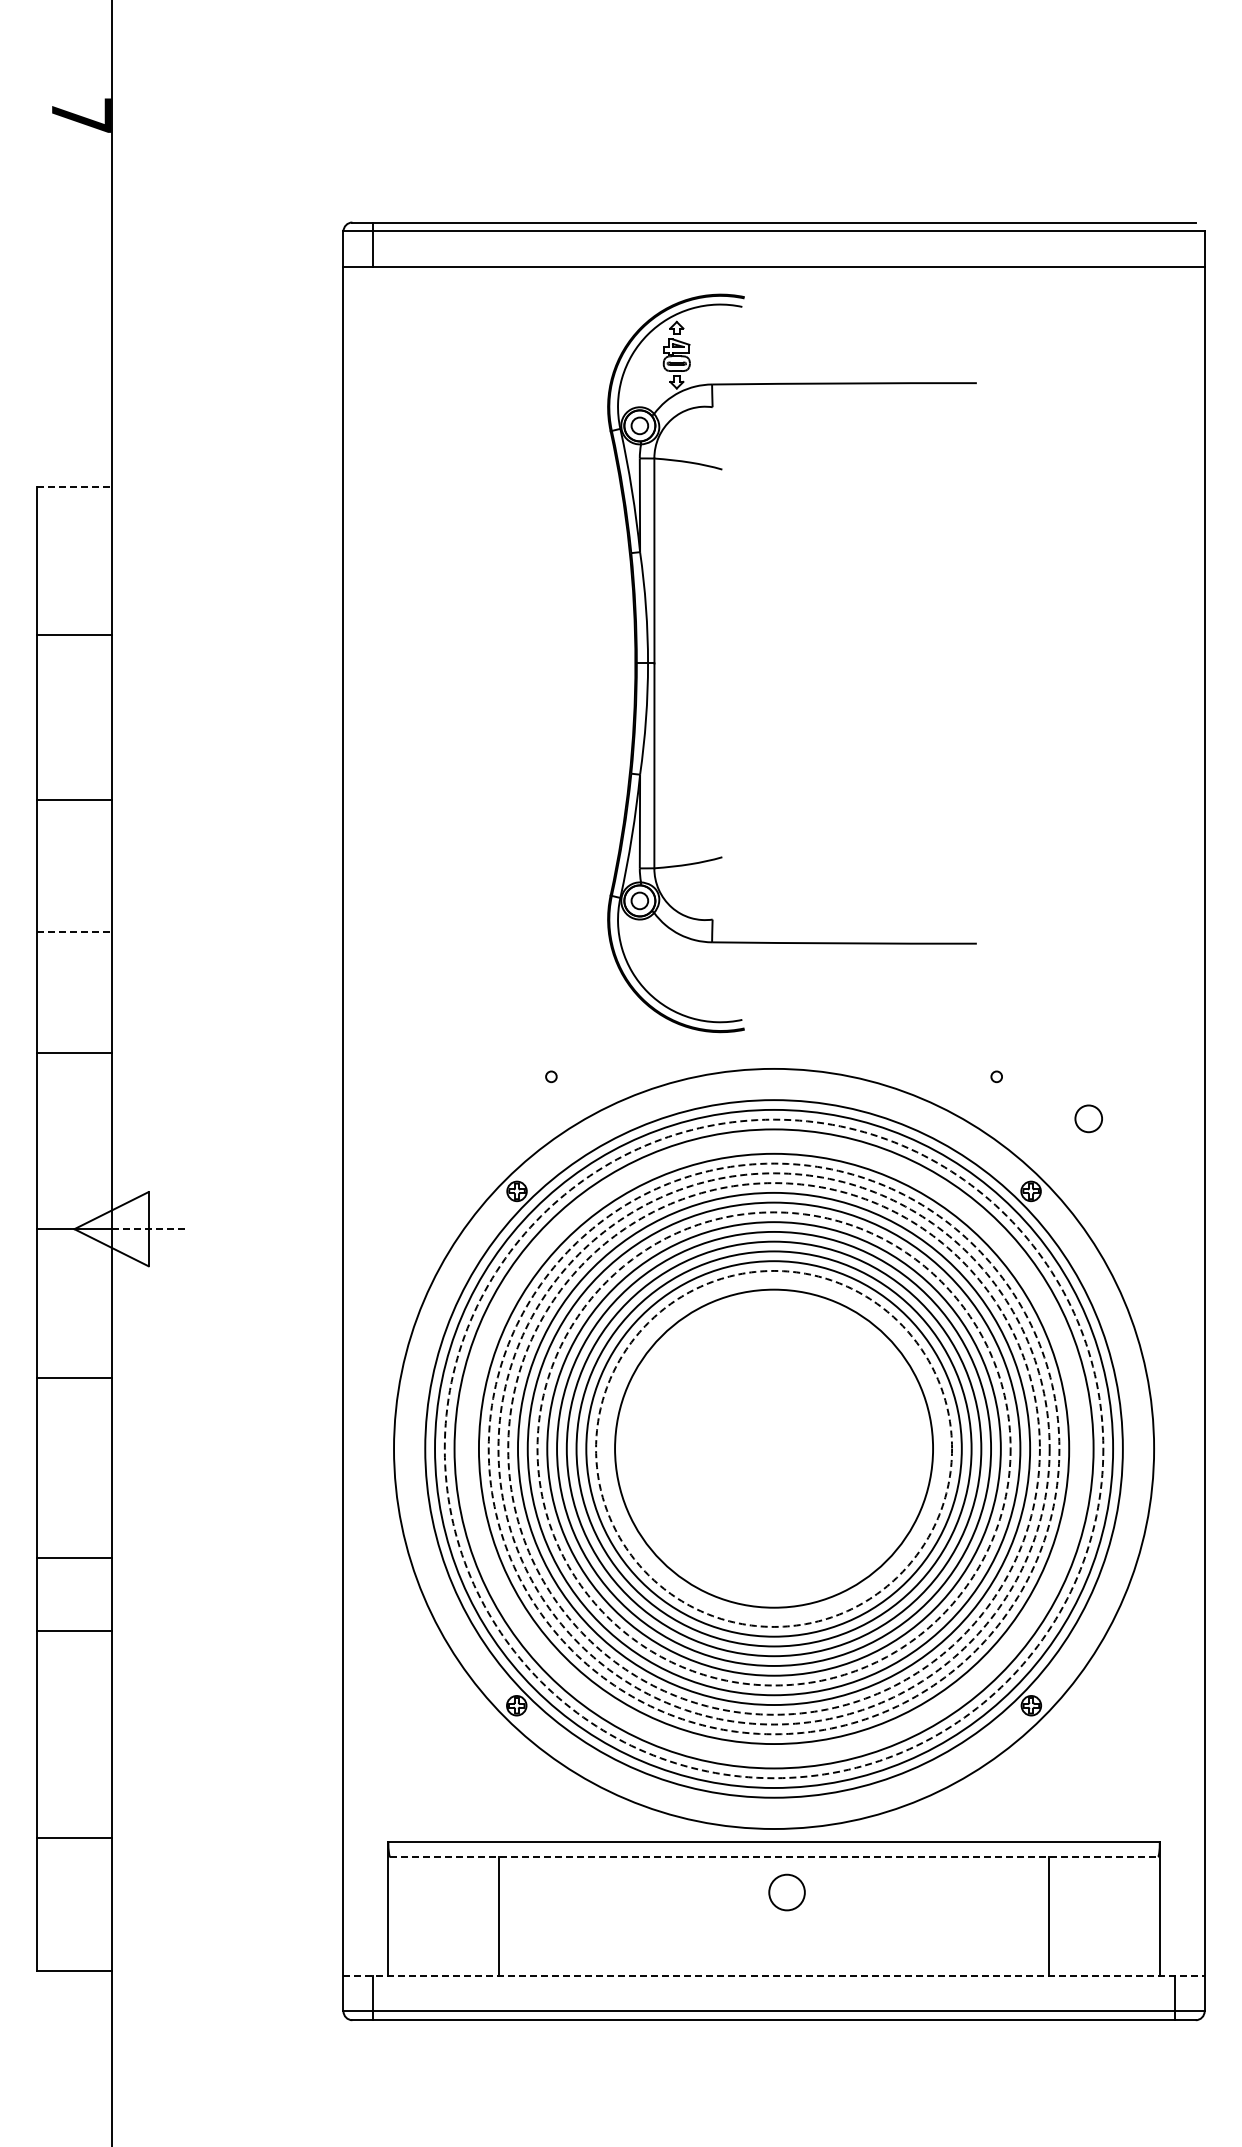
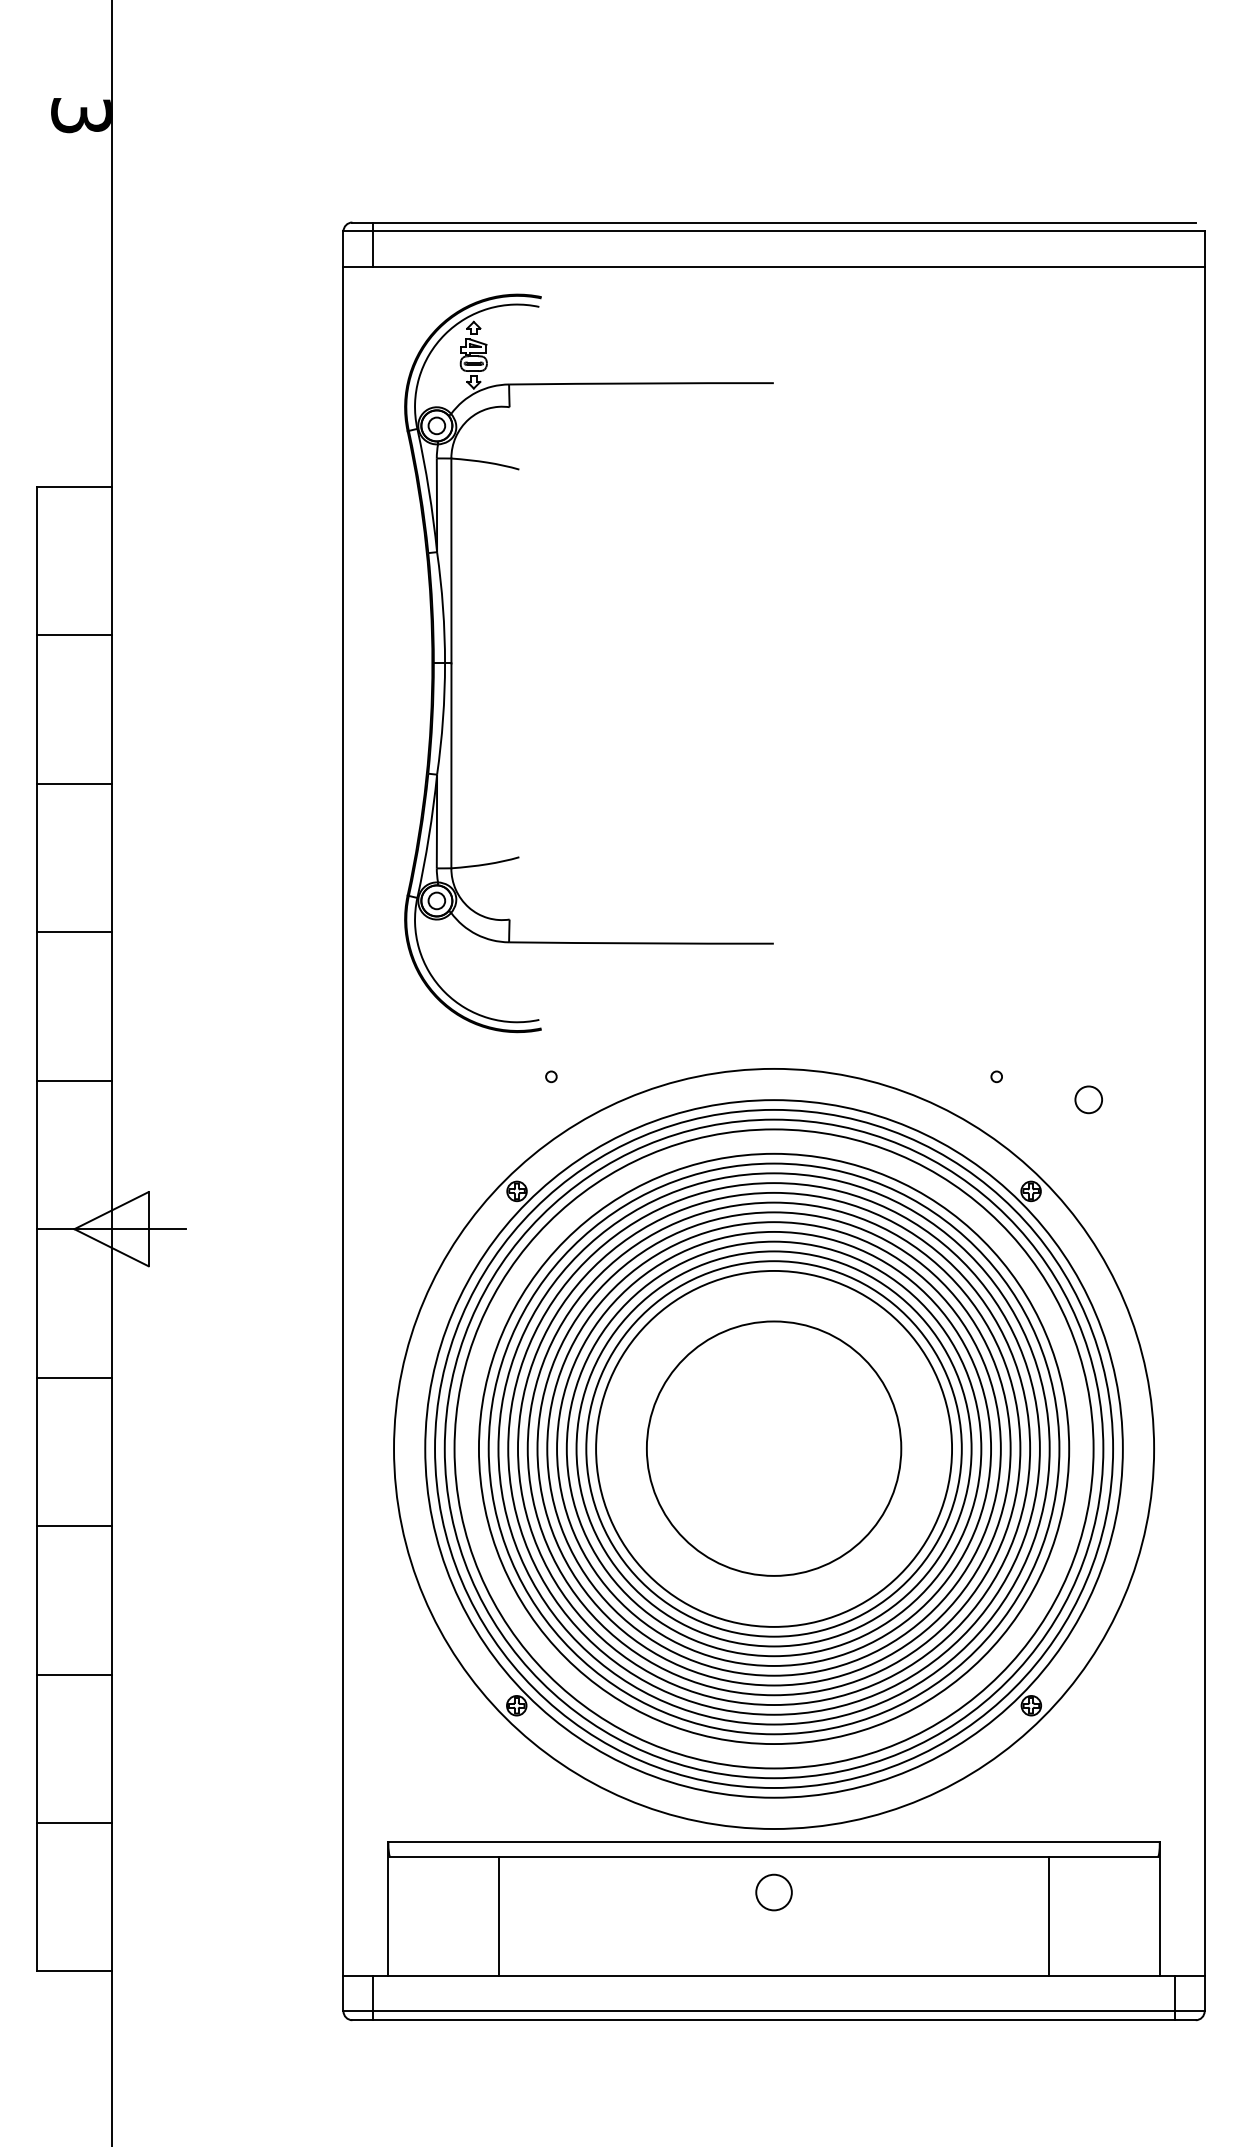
text at (80, 115): 7 -> 3
line at (74, 486): dashed -> solid
part at (655, 663) position: (655, 663) -> (452, 663)
line at (74, 799) position: (74, 799) -> (74, 783)
line at (74, 932): dashed -> solid
line at (74, 1052) position: (74, 1052) -> (74, 1080)
circle at (1088, 1118) position: (1088, 1118) -> (1088, 1099)
line at (149, 1229): dashed -> solid
circle at (773, 1448): dashed -> solid
circle at (773, 1448): dashed -> solid
circle at (773, 1448): dashed -> solid
circle at (773, 1448): dashed -> solid
circle at (773, 1448): dashed -> solid
circle at (774, 1448) diameter: 318 px -> 254 px
circle at (774, 1448): dashed -> solid
line at (74, 1558) position: (74, 1558) -> (74, 1526)
line at (74, 1630) position: (74, 1630) -> (74, 1674)
line at (74, 1837) position: (74, 1837) -> (74, 1822)
line at (774, 1856): dashed -> solid
circle at (786, 1892) position: (786, 1892) -> (773, 1892)
line at (774, 1975): dashed -> solid
